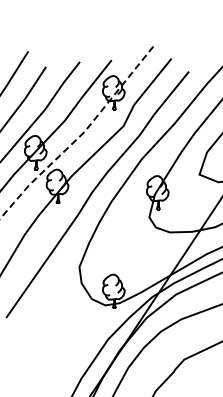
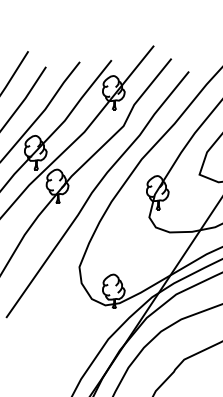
line at (80, 135): dashed -> solid
